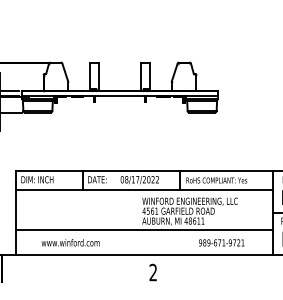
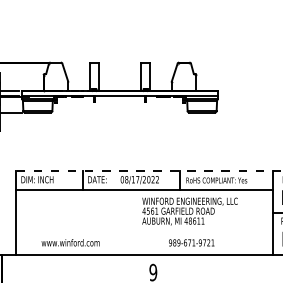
line at (148, 170): solid -> dashed
line at (144, 230): present -> none
text at (221, 242) position: (221, 242) -> (191, 242)
text at (153, 272): 2 -> 9
